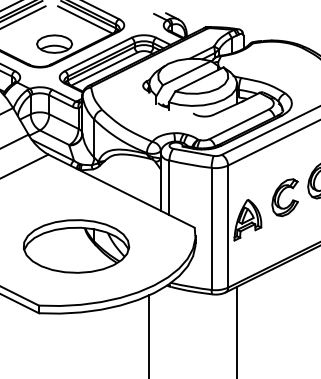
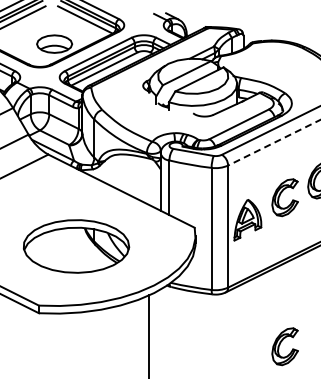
line at (274, 142): solid -> dashed
line at (237, 330): present -> none
part at (284, 346): none -> present
